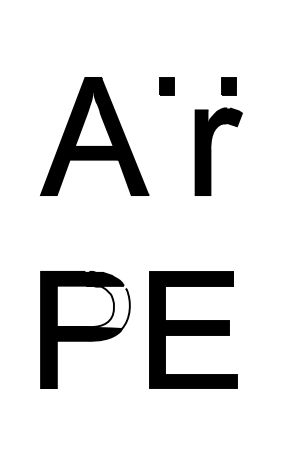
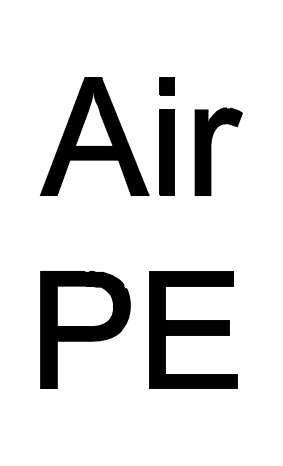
part at (228, 86): present -> none
part at (166, 152): none -> present
fill at (92, 306): none -> present
